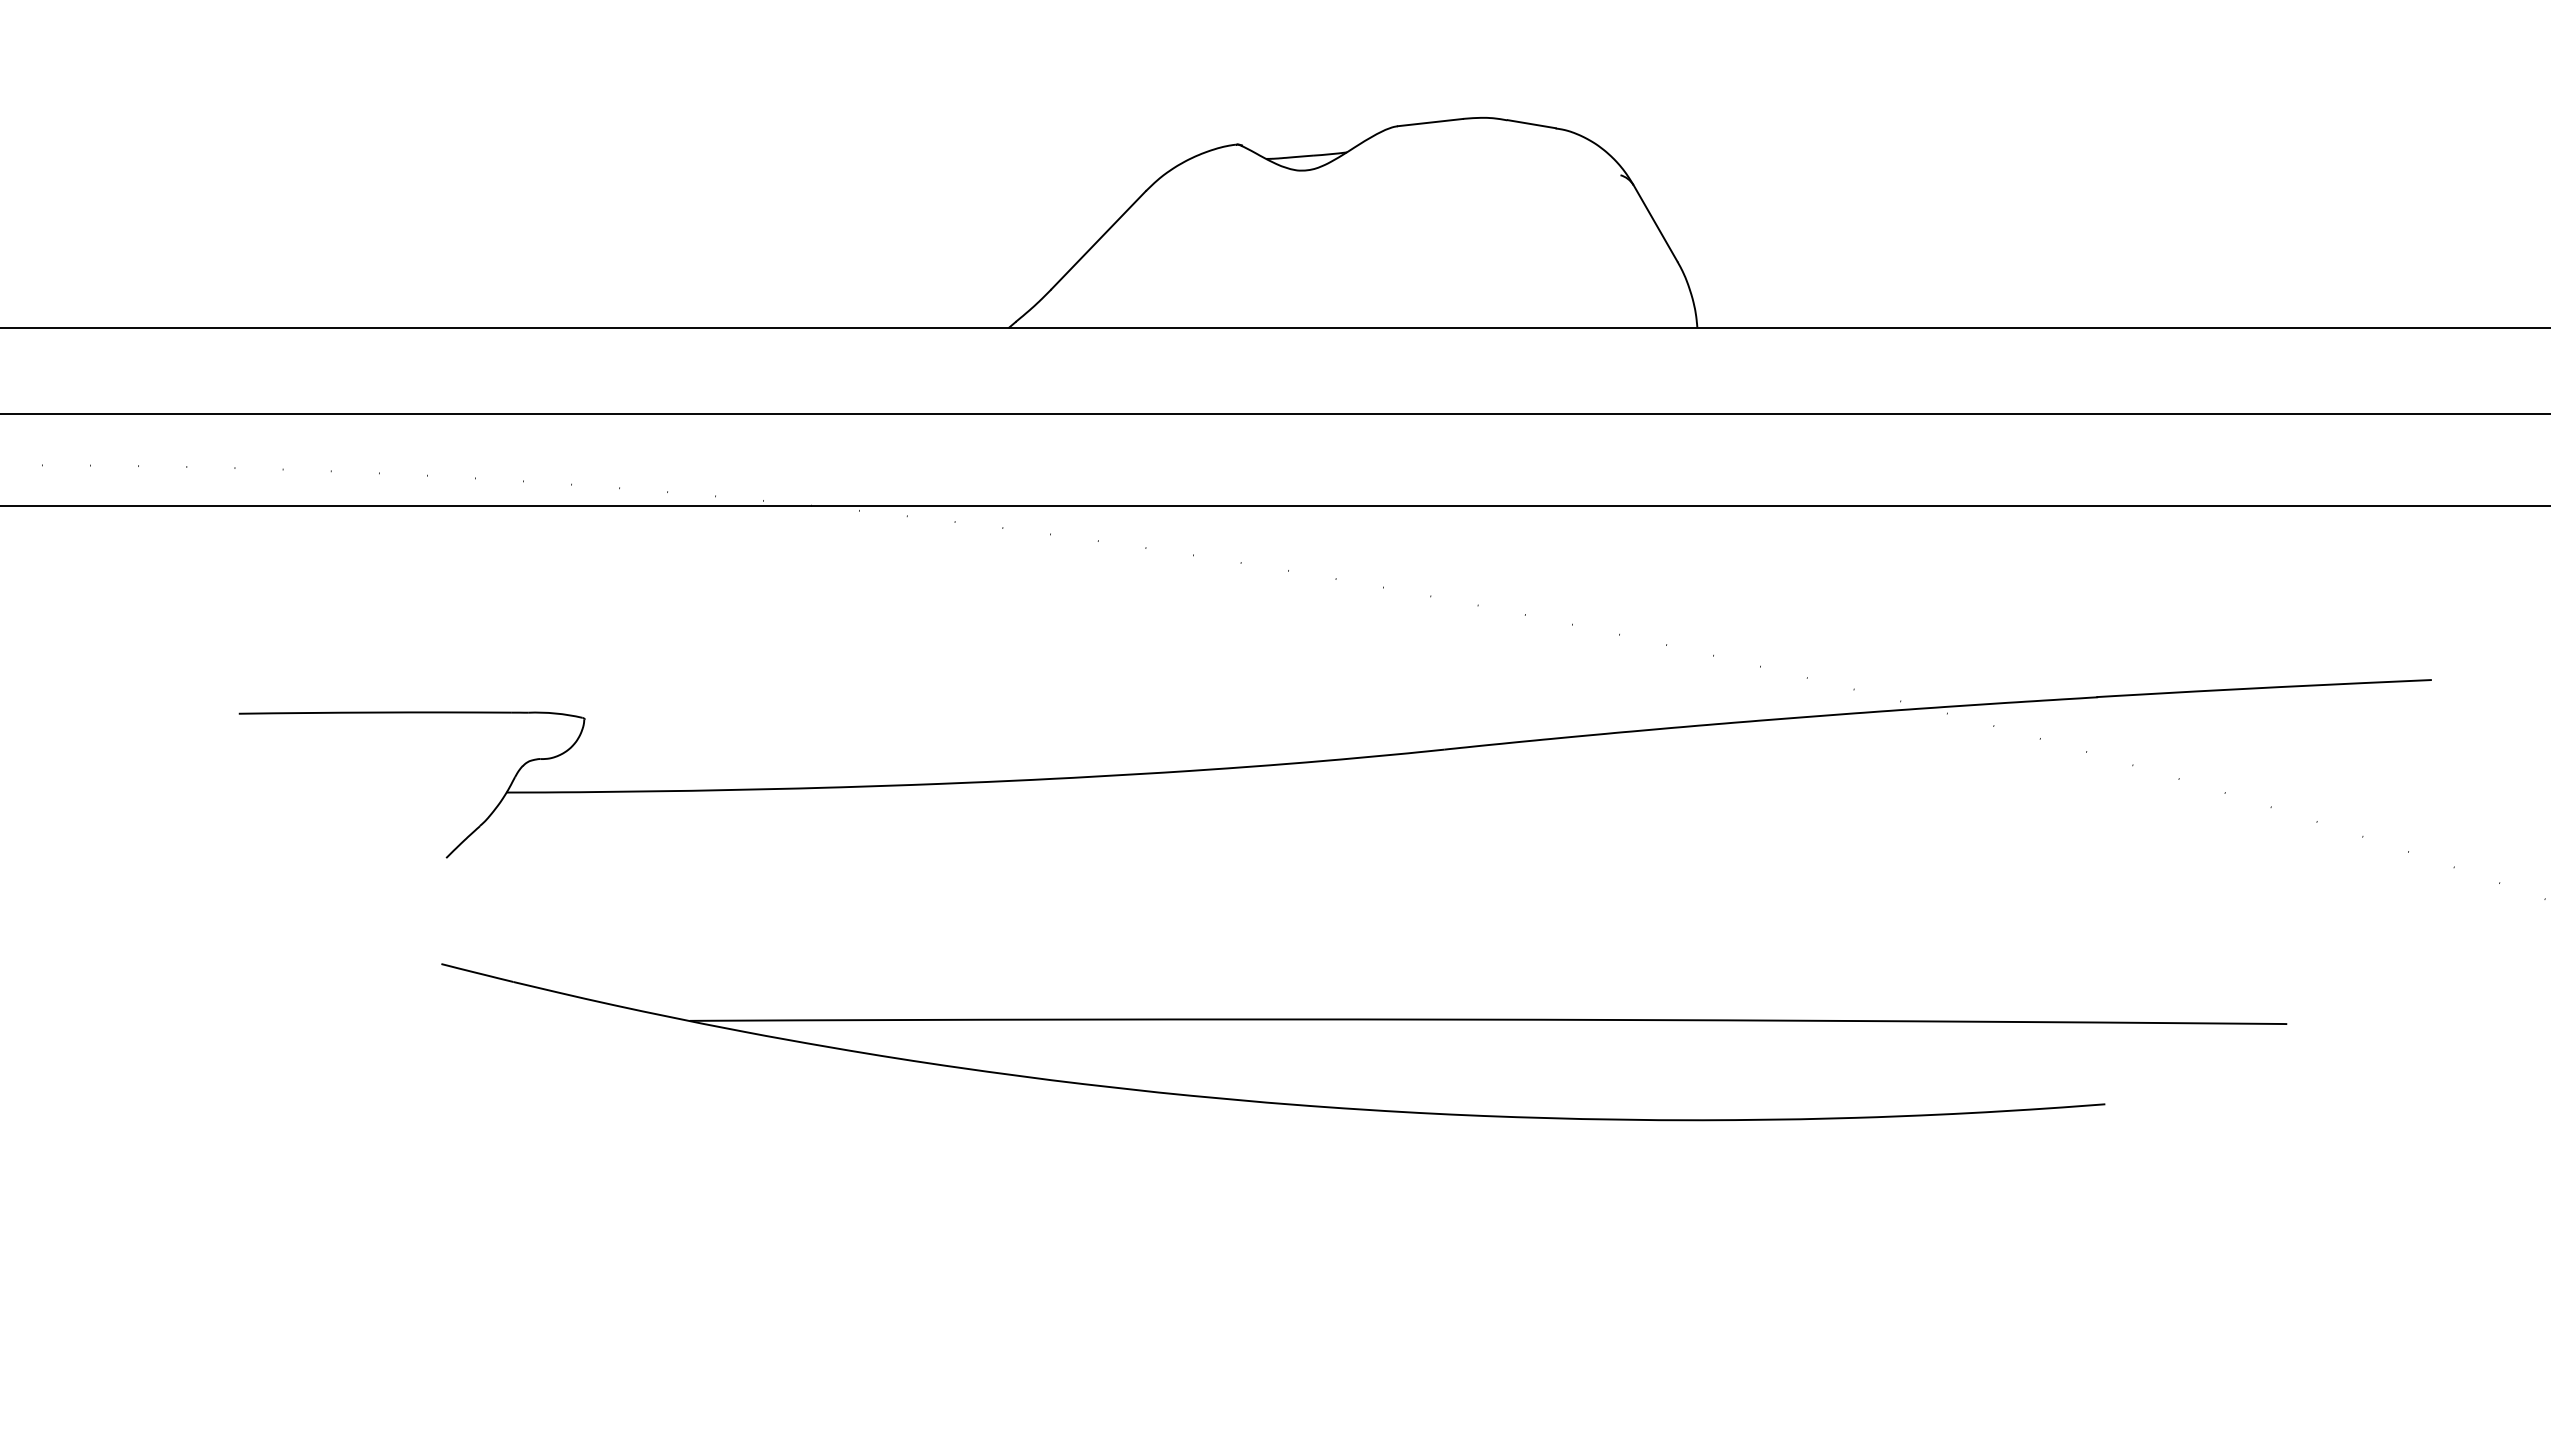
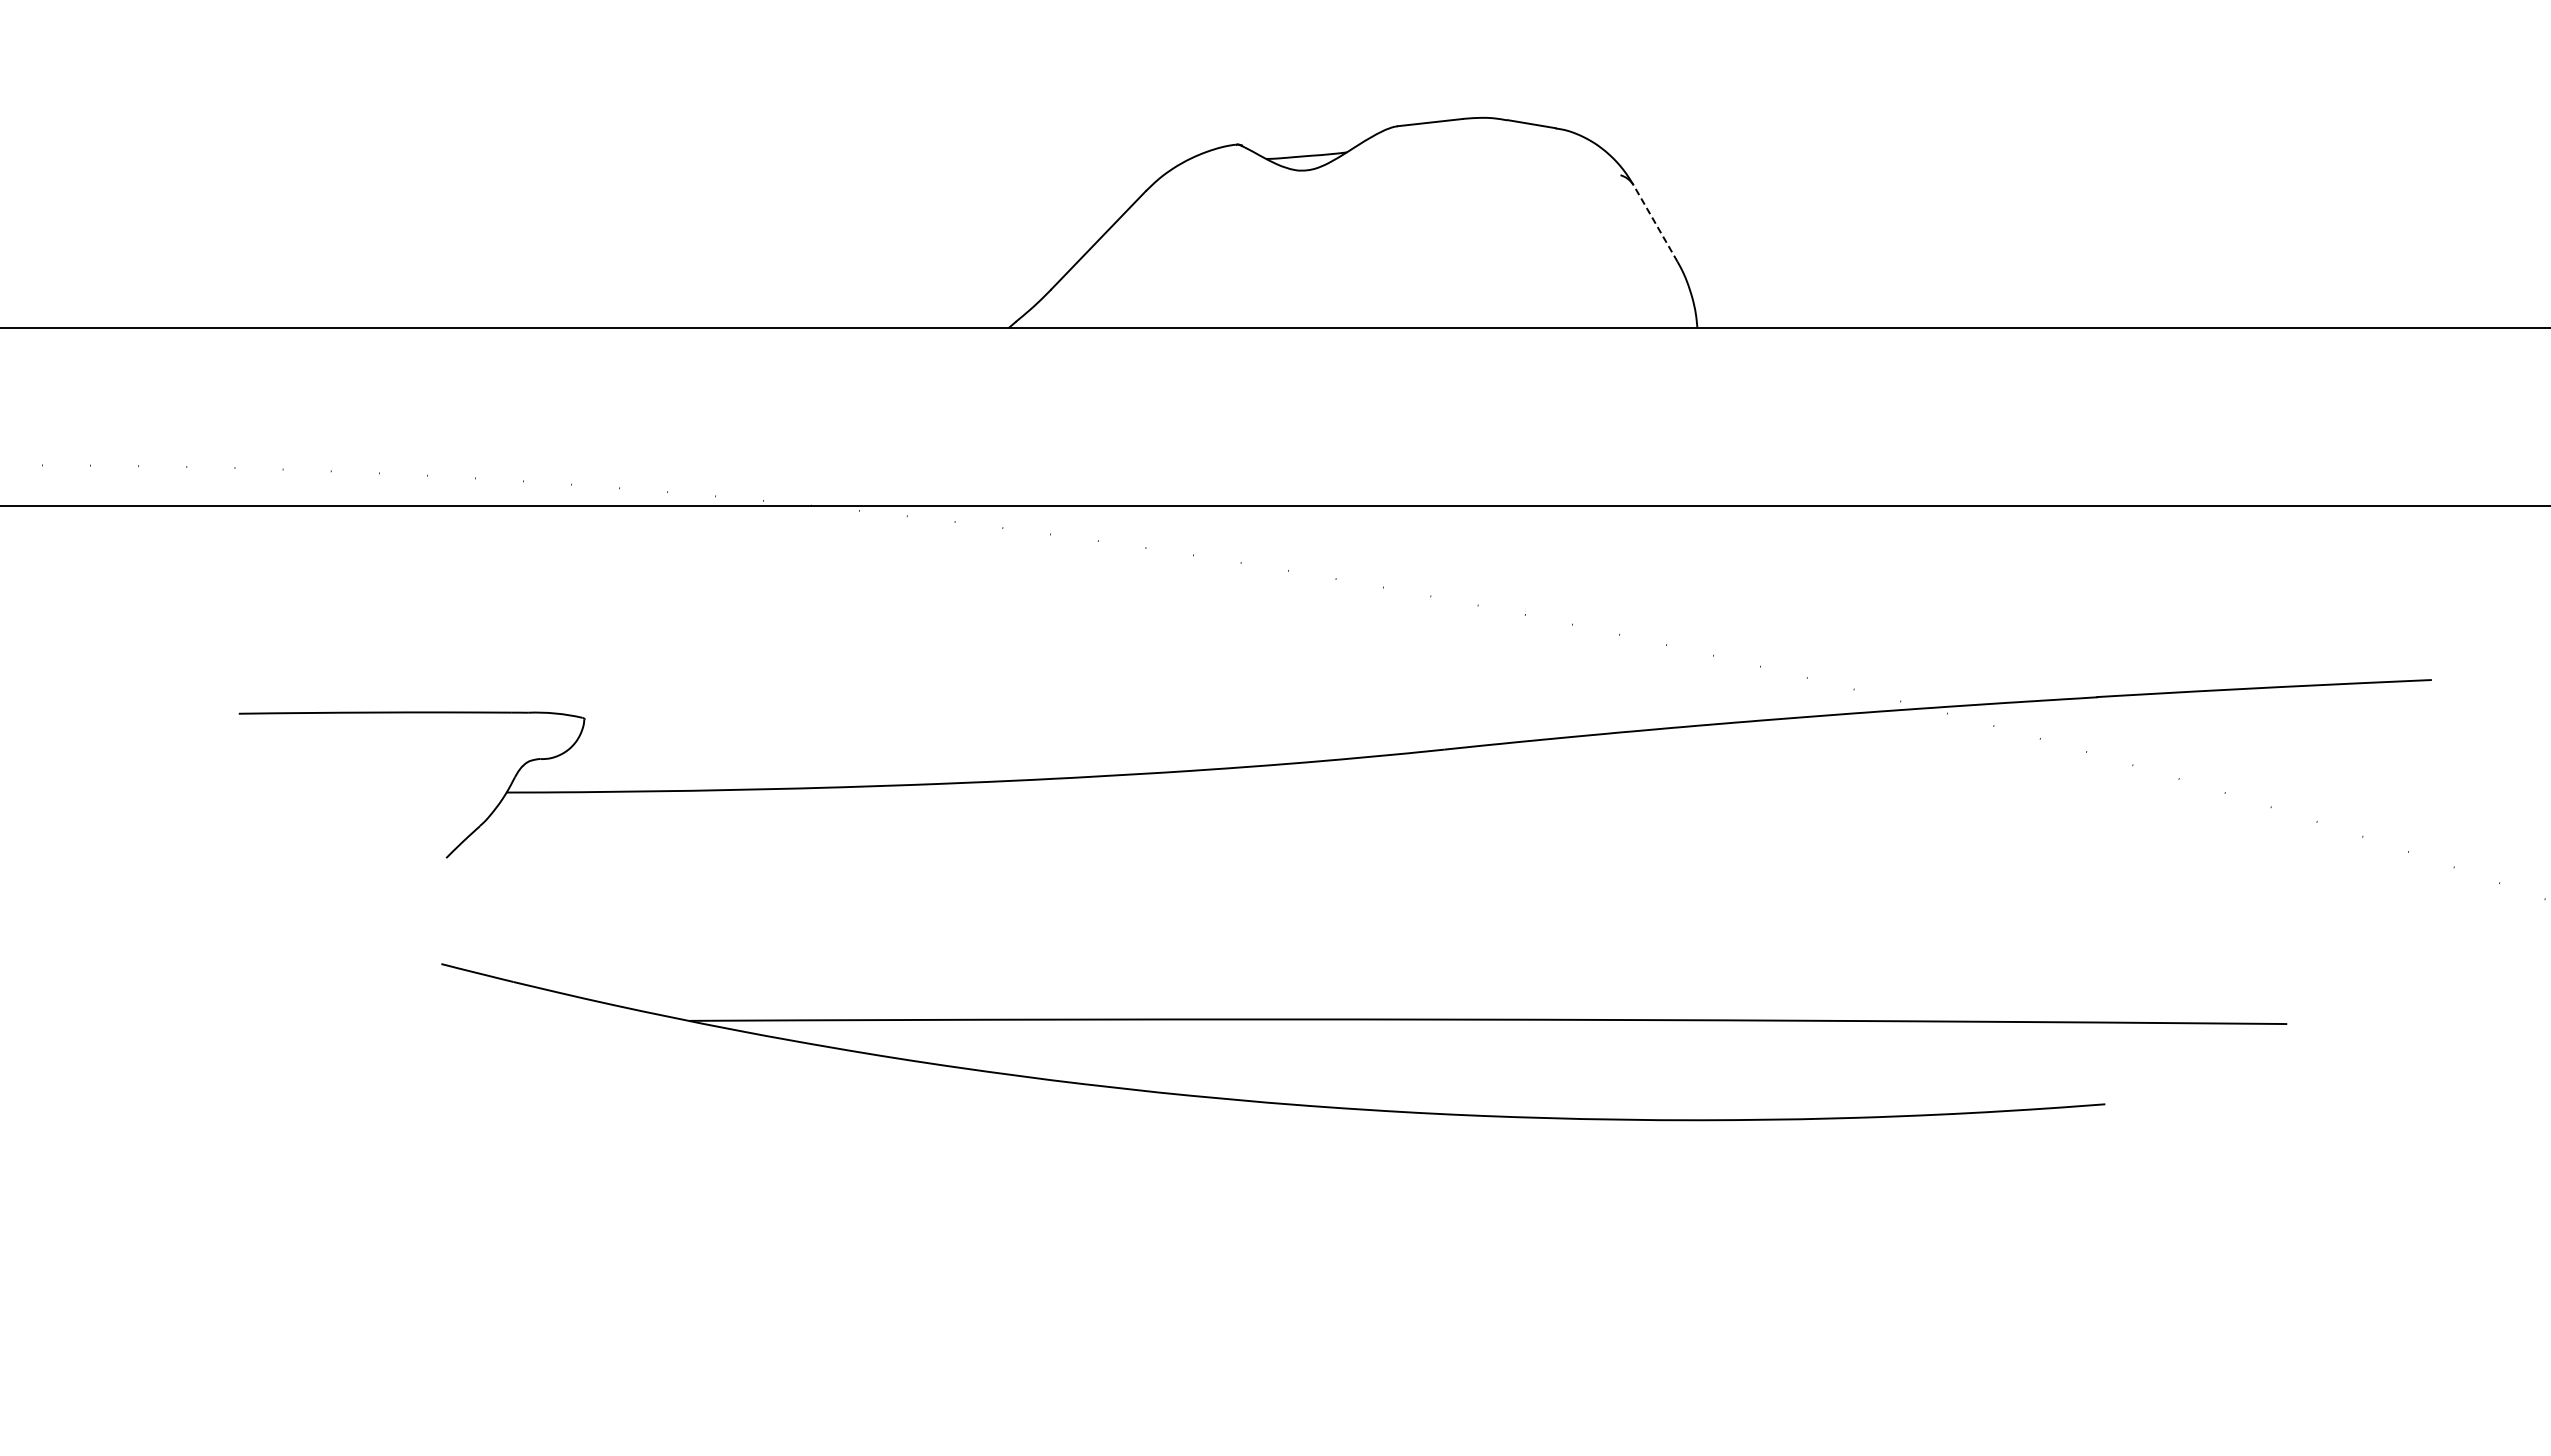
line at (1655, 223): solid -> dashed
line at (1274, 413): present -> none
